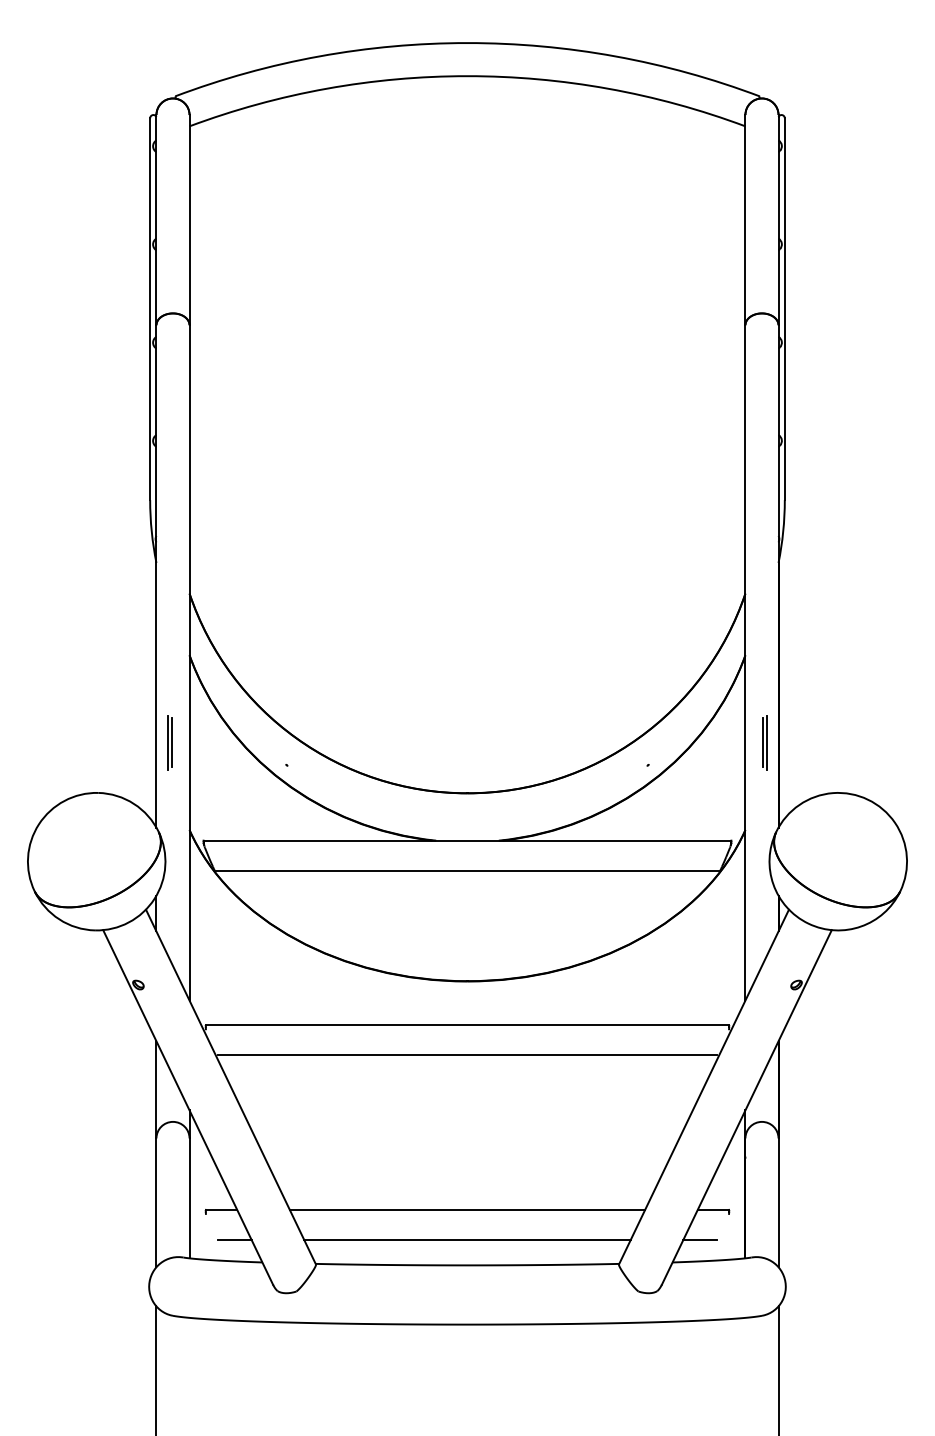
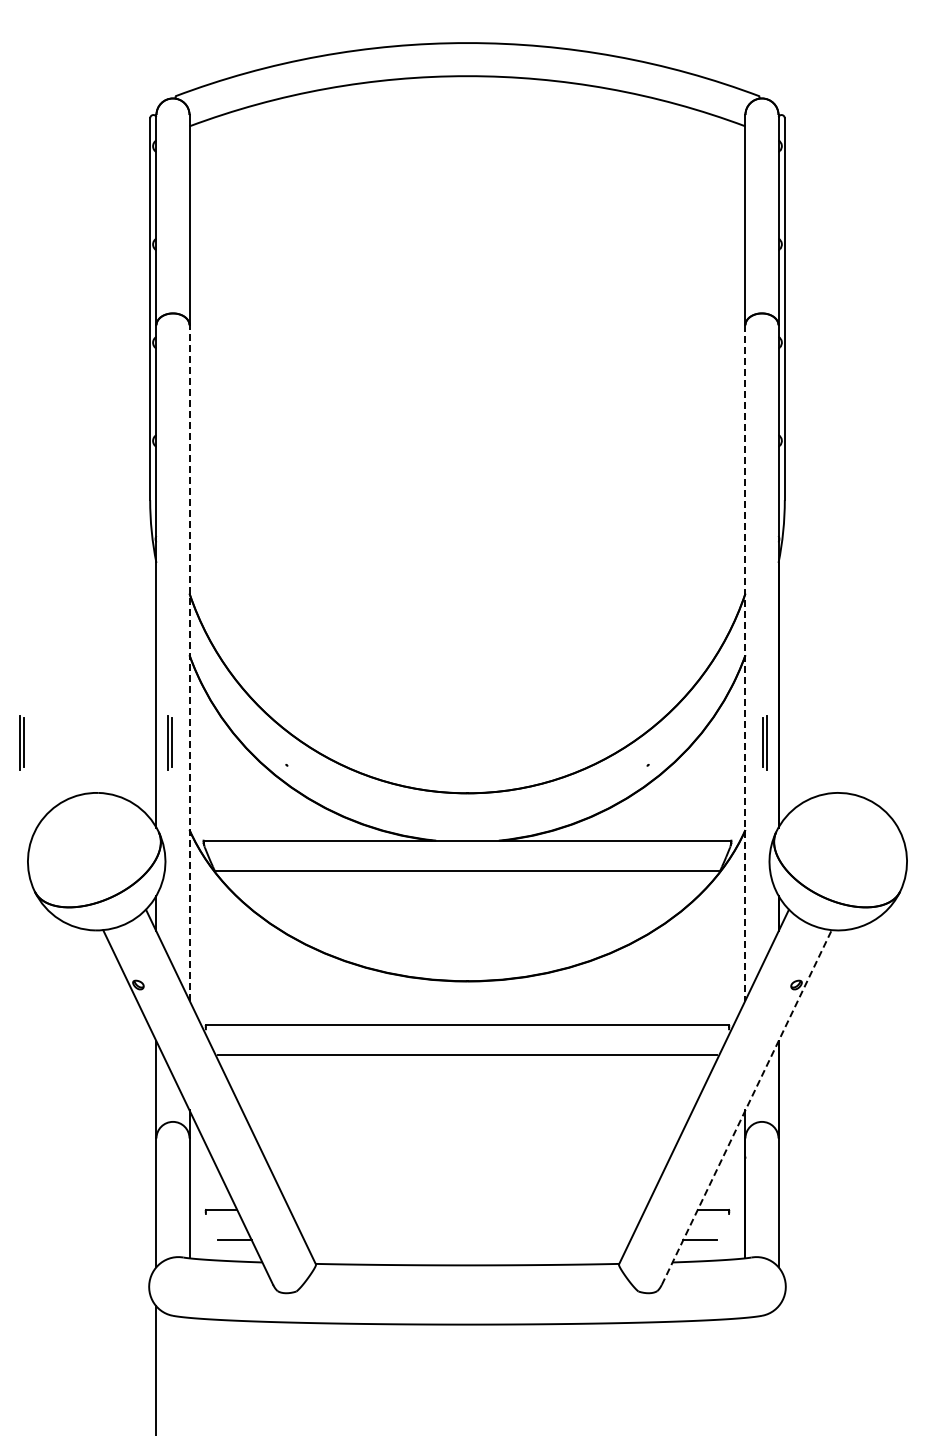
line at (189, 662): solid -> dashed
line at (745, 662): solid -> dashed
part at (21, 742): none -> present
line at (746, 1107): solid -> dashed
line at (467, 1210): present -> none
line at (467, 1240): present -> none
line at (778, 1369): present -> none
